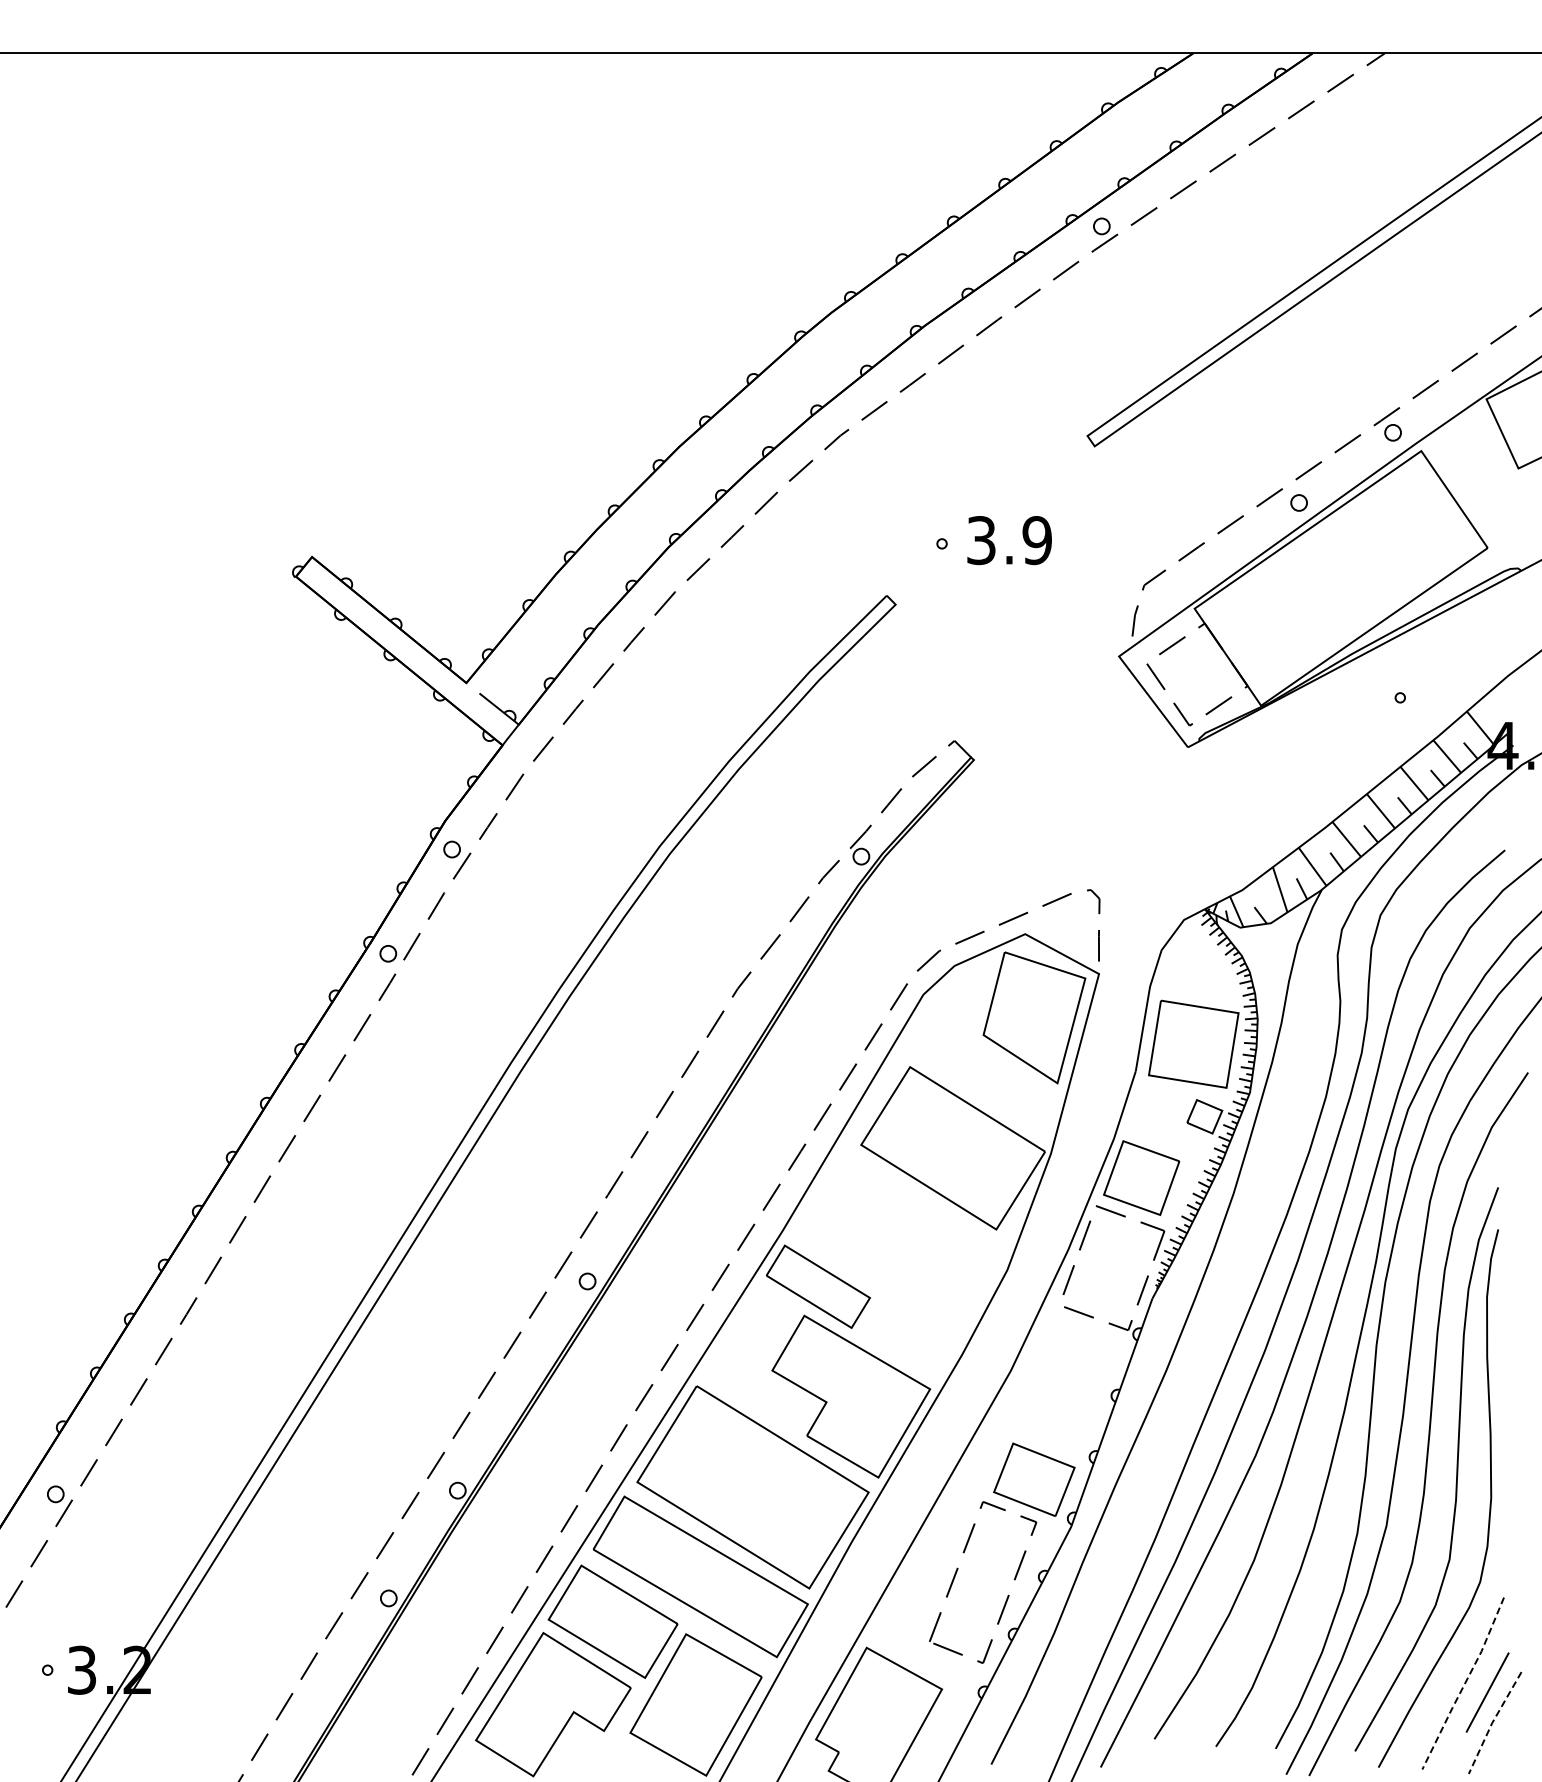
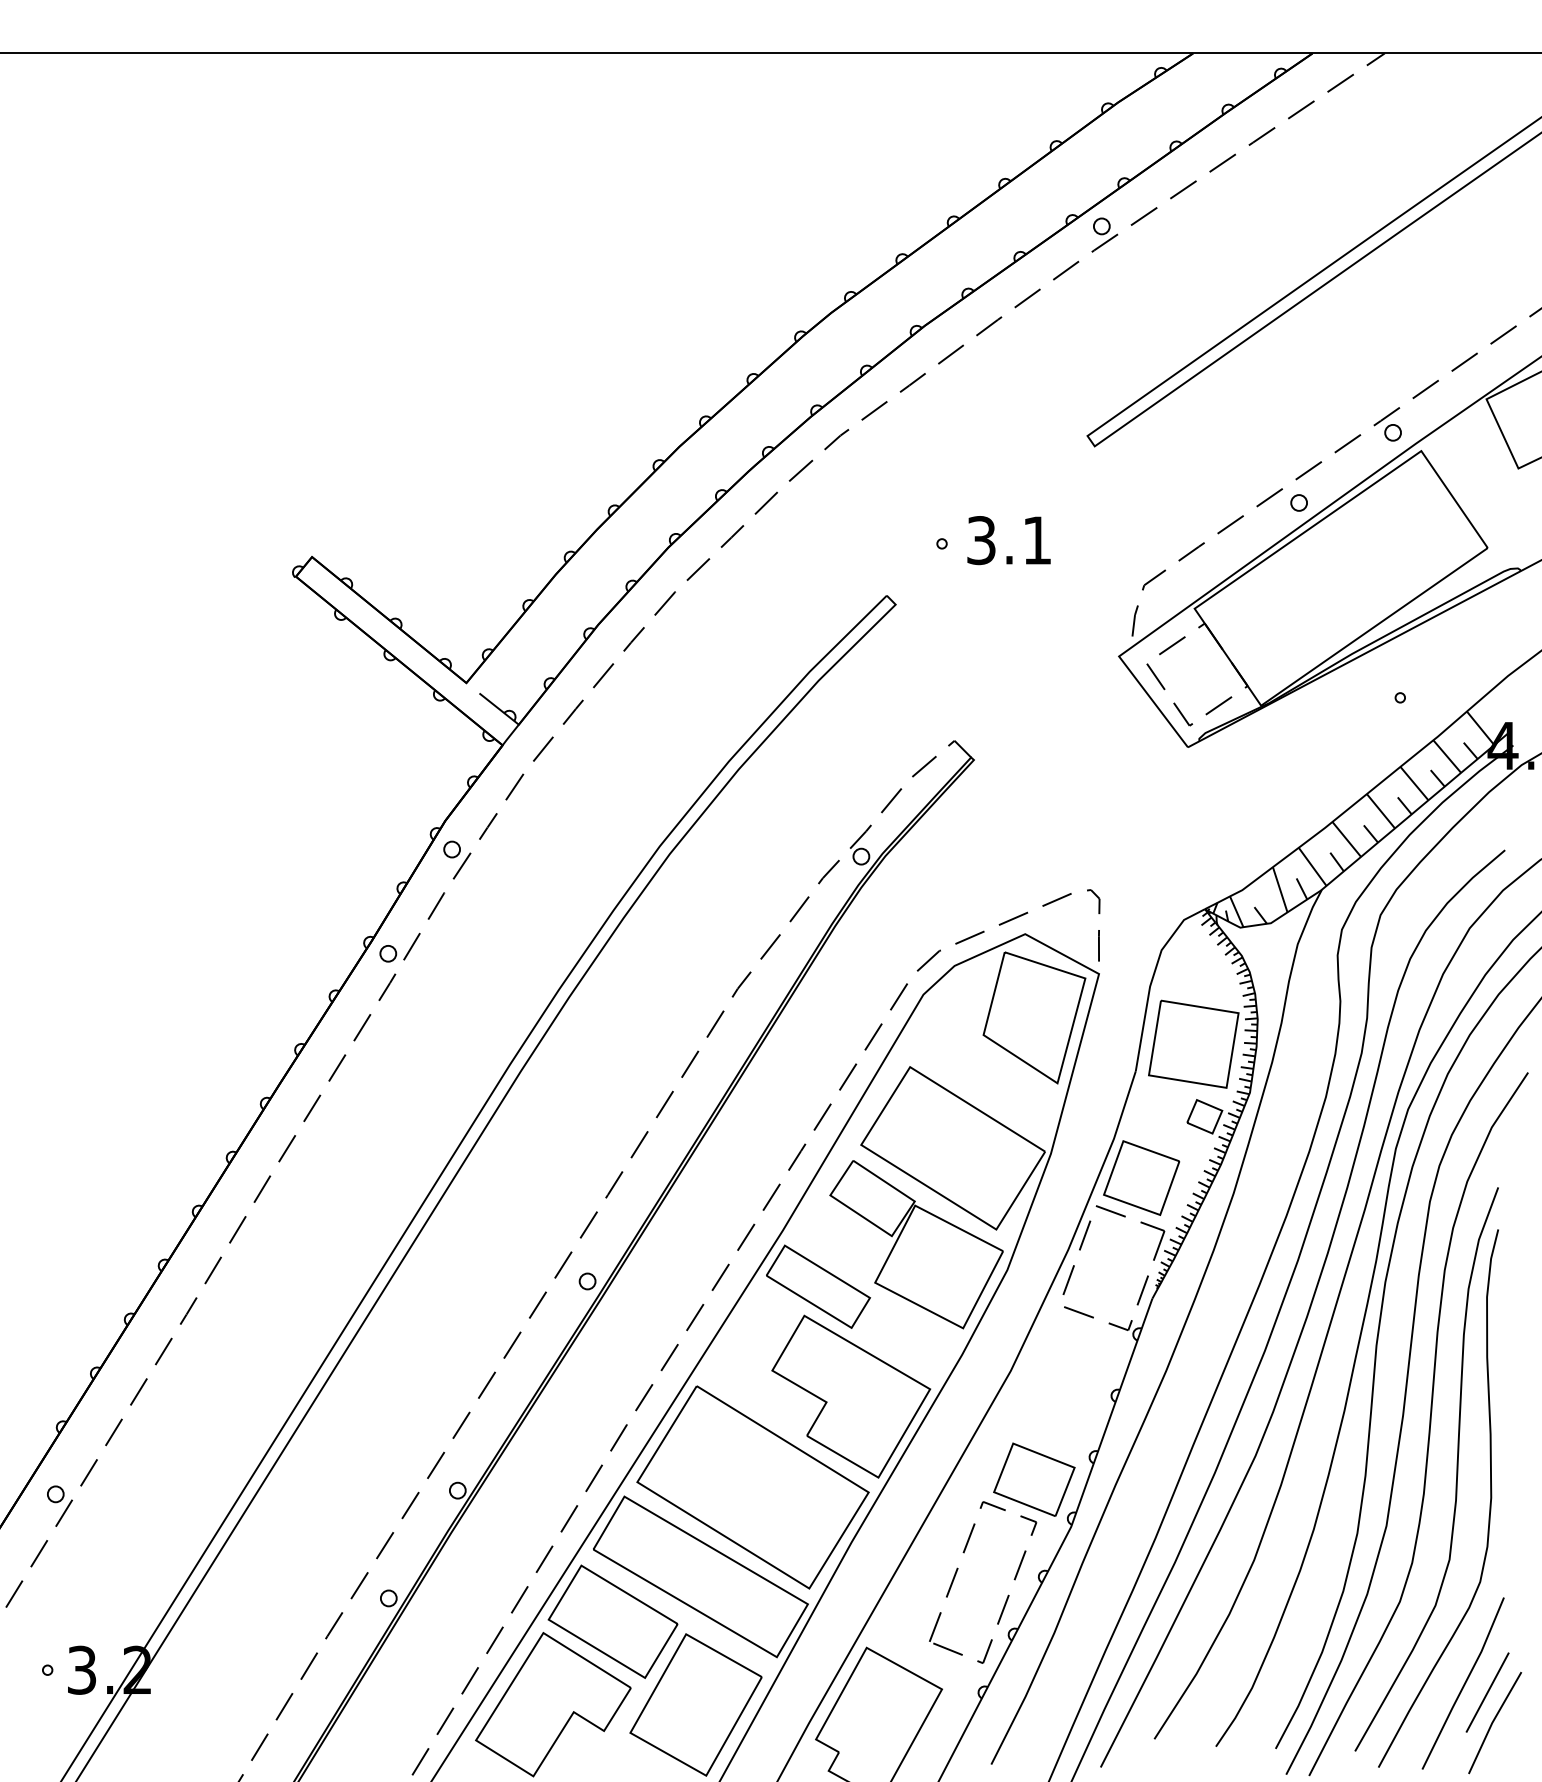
text at (1036, 540): 3.9 -> 3.1
part at (916, 1244): none -> present
line at (1464, 1684): dashed -> solid
line at (1492, 1723): dashed -> solid
